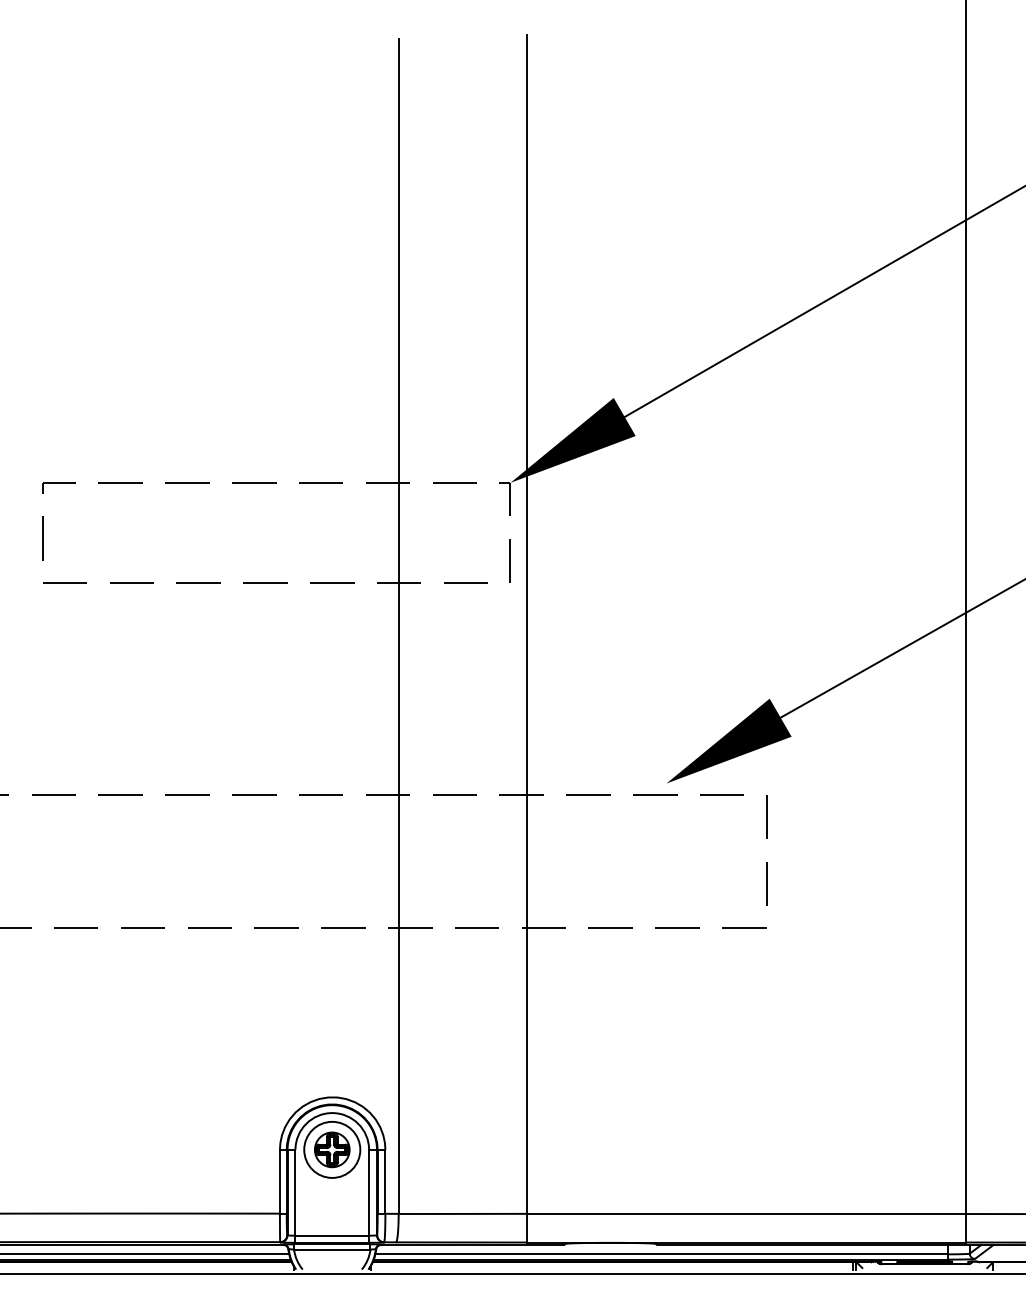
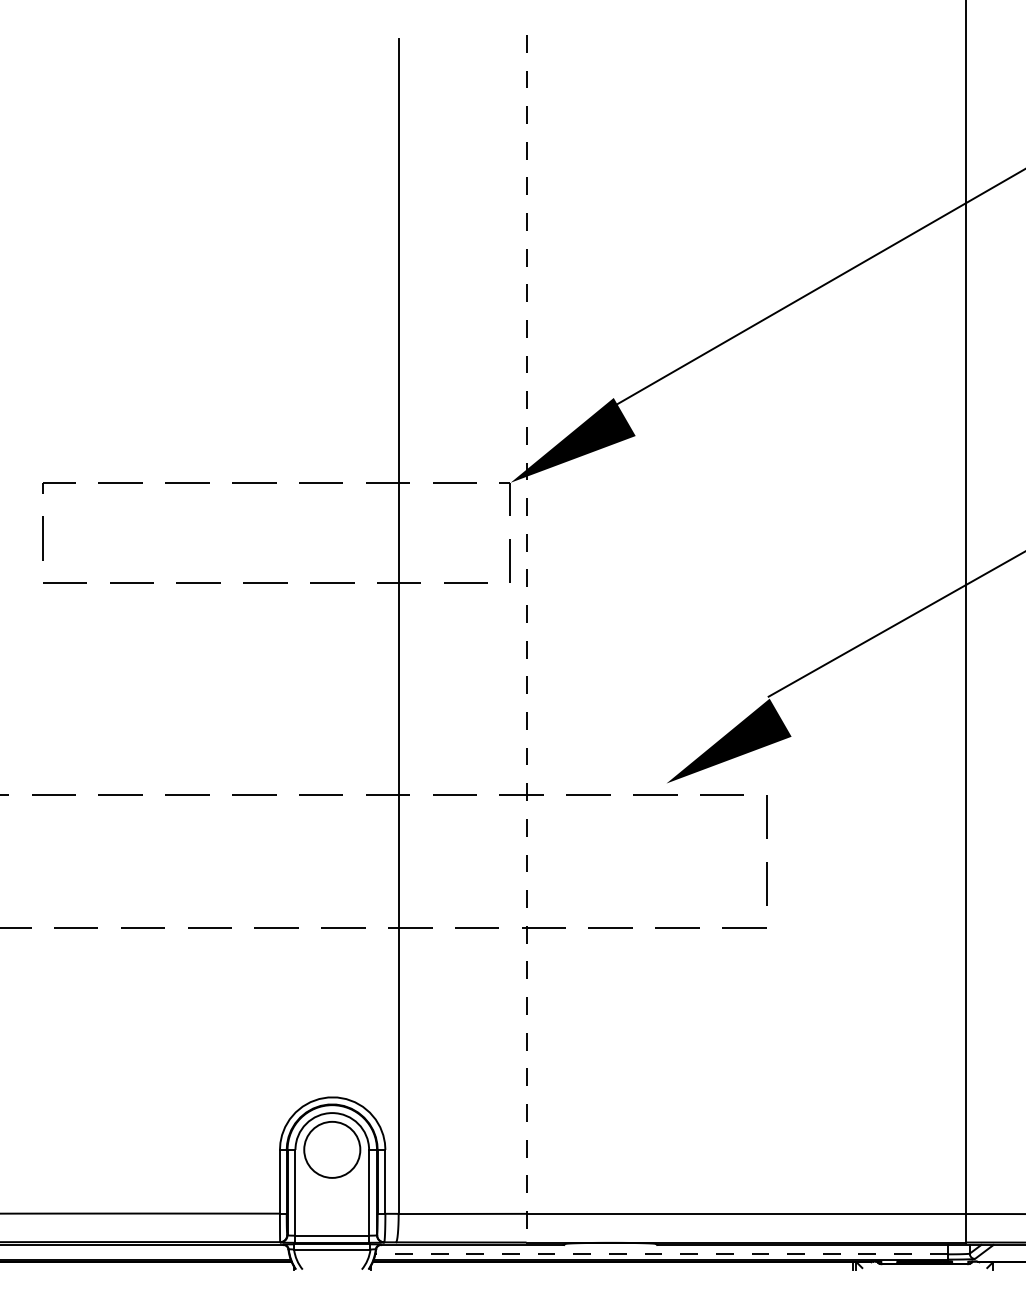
line at (823, 302) position: (823, 302) -> (819, 287)
line at (526, 638): solid -> dashed
line at (901, 648) position: (901, 648) -> (895, 624)
part at (332, 1149): present -> none
line at (145, 1254): present -> none
line at (660, 1254): solid -> dashed
line at (512, 1273): present -> none
